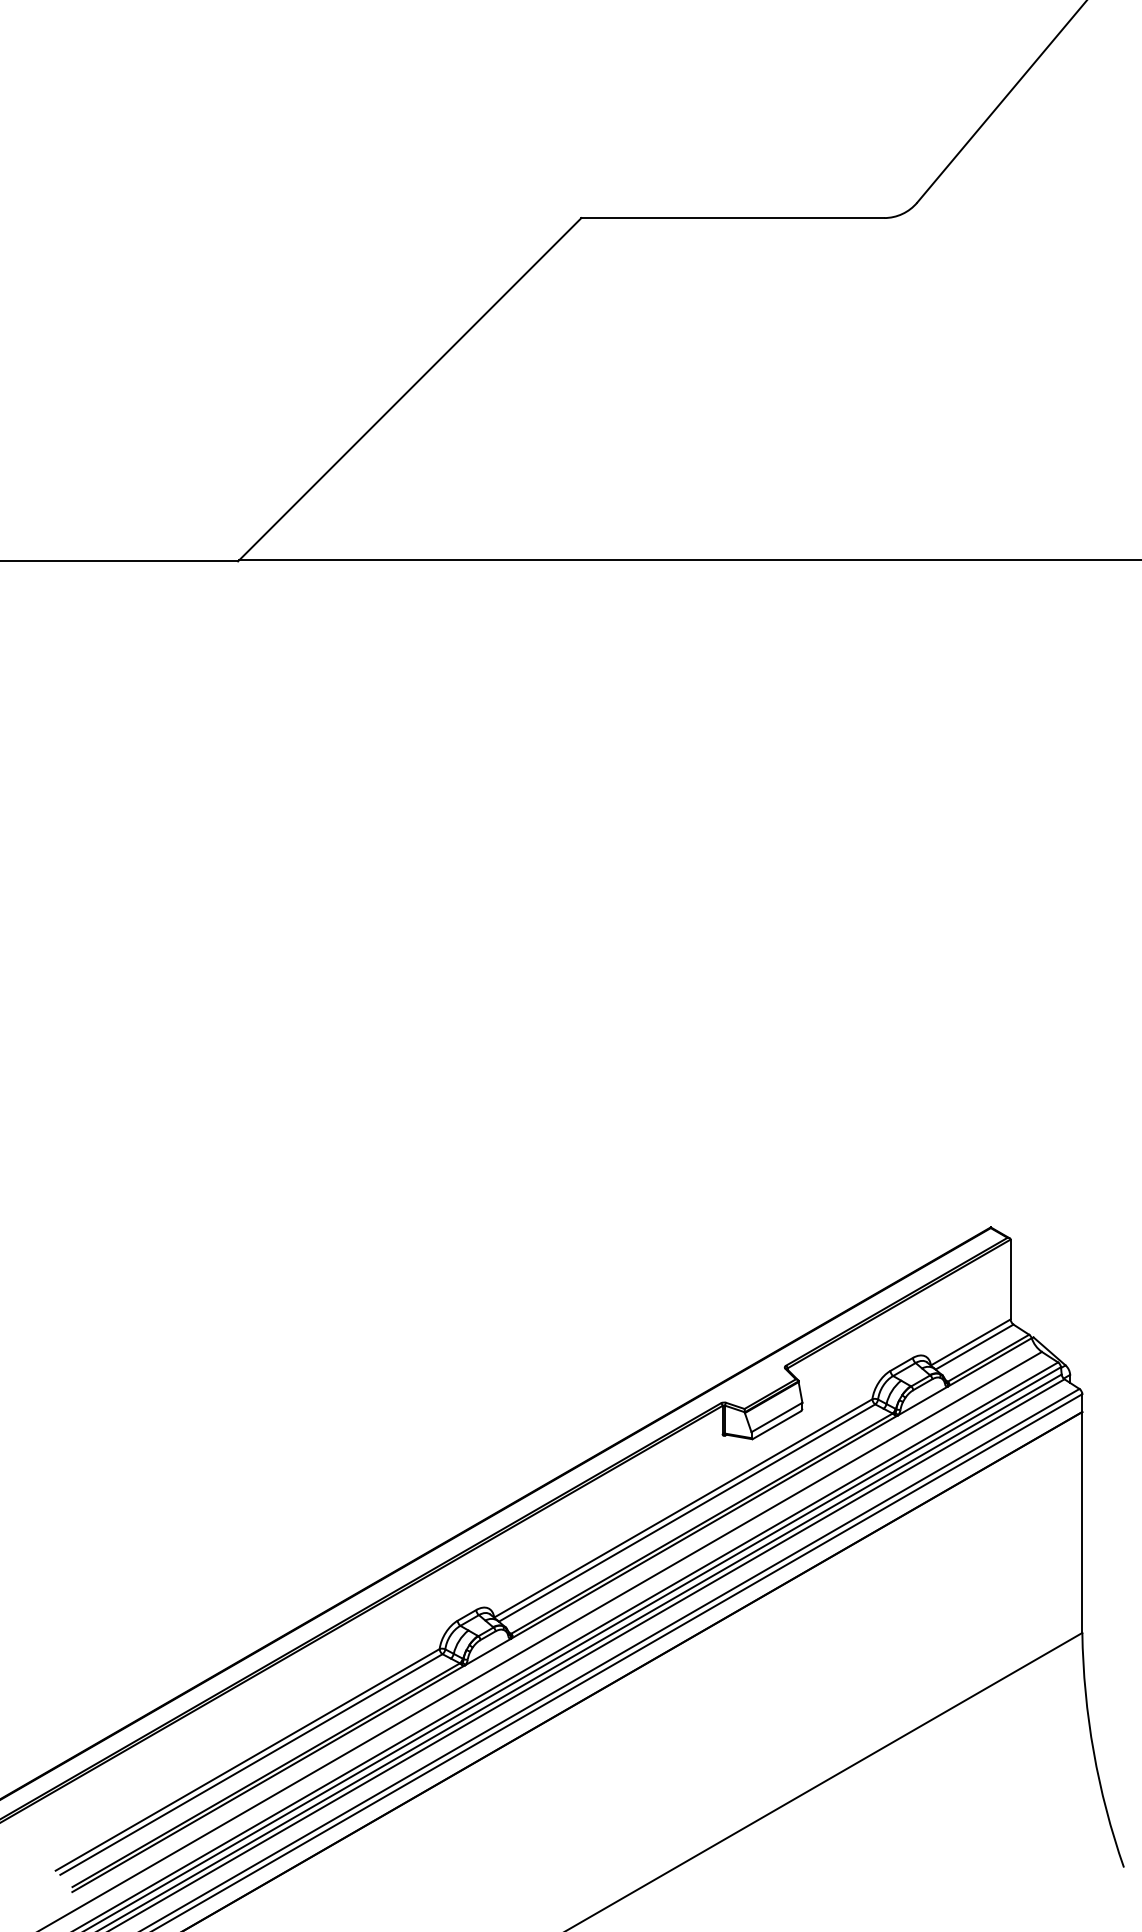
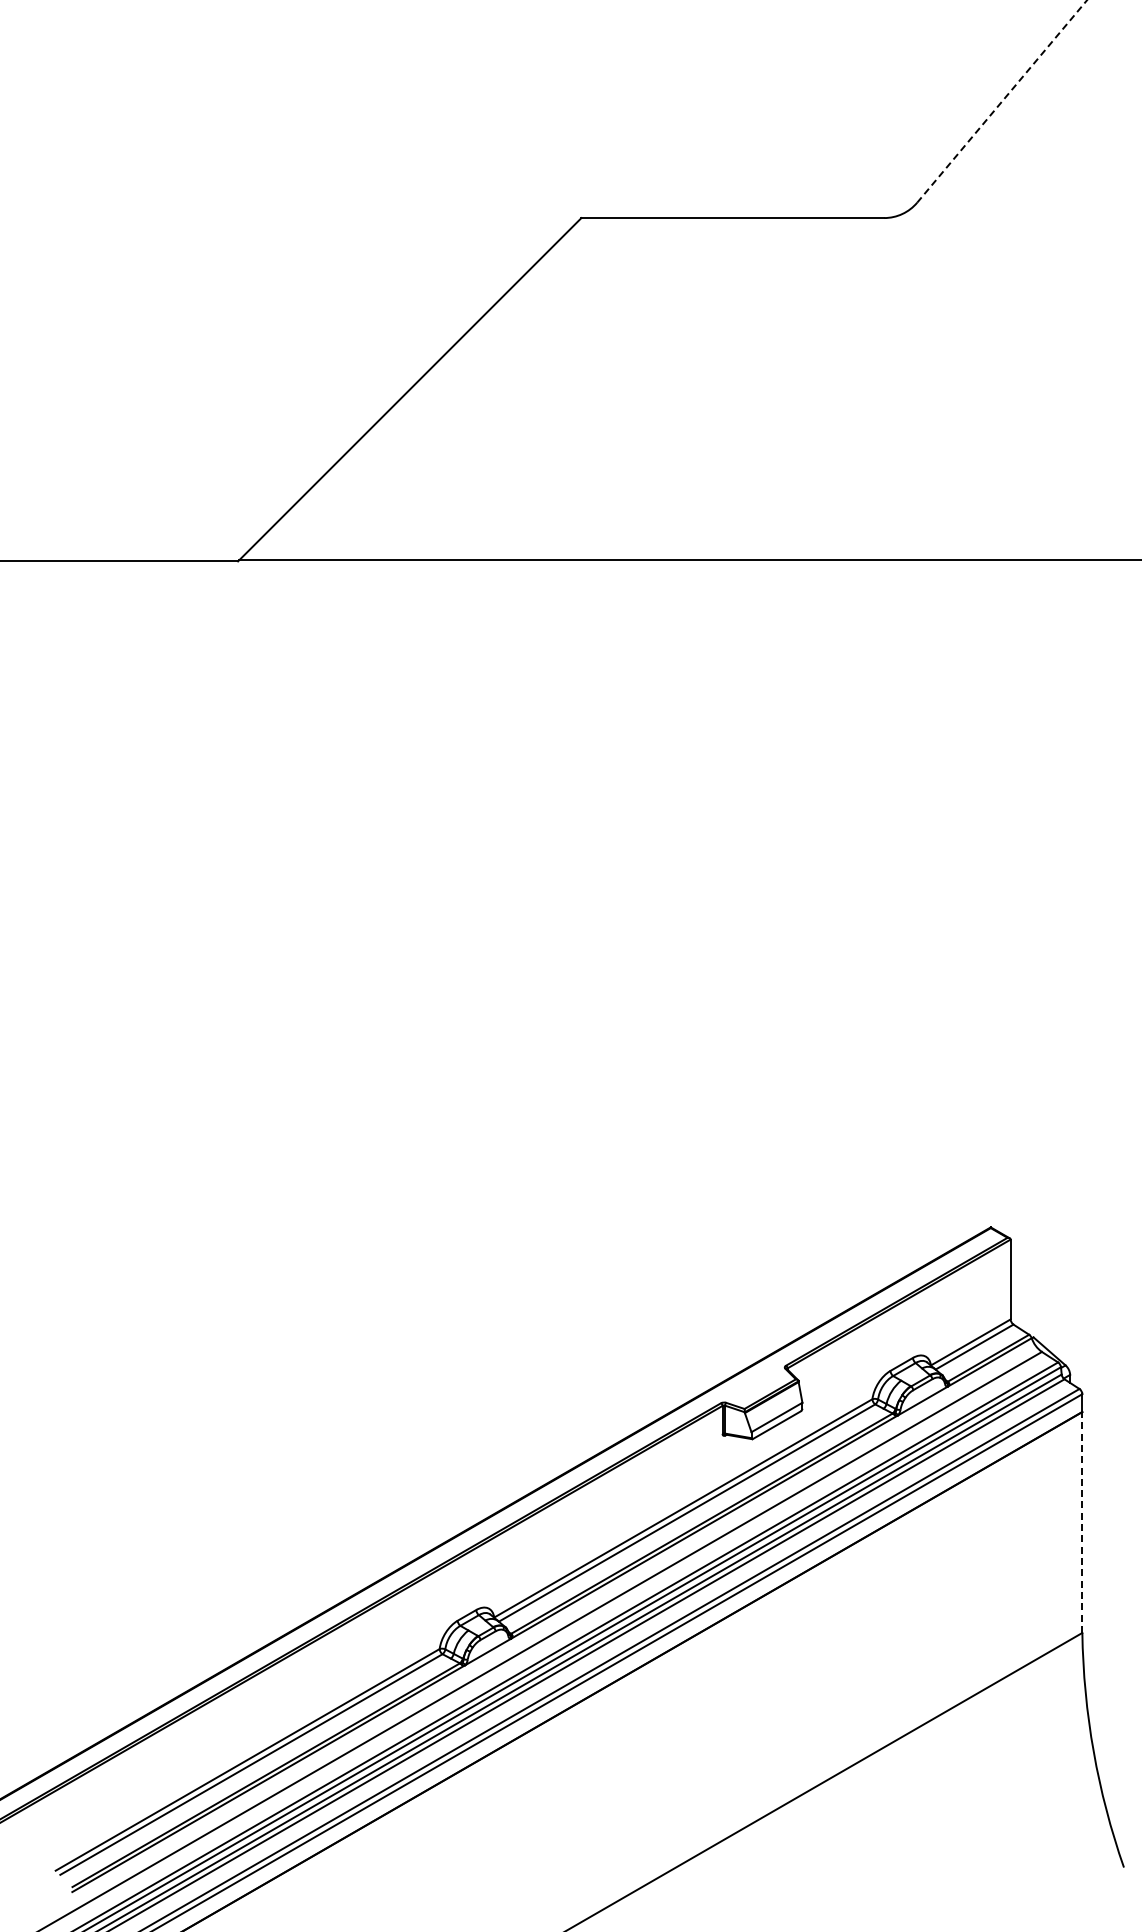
line at (1002, 101): solid -> dashed
line at (1082, 1521): solid -> dashed
